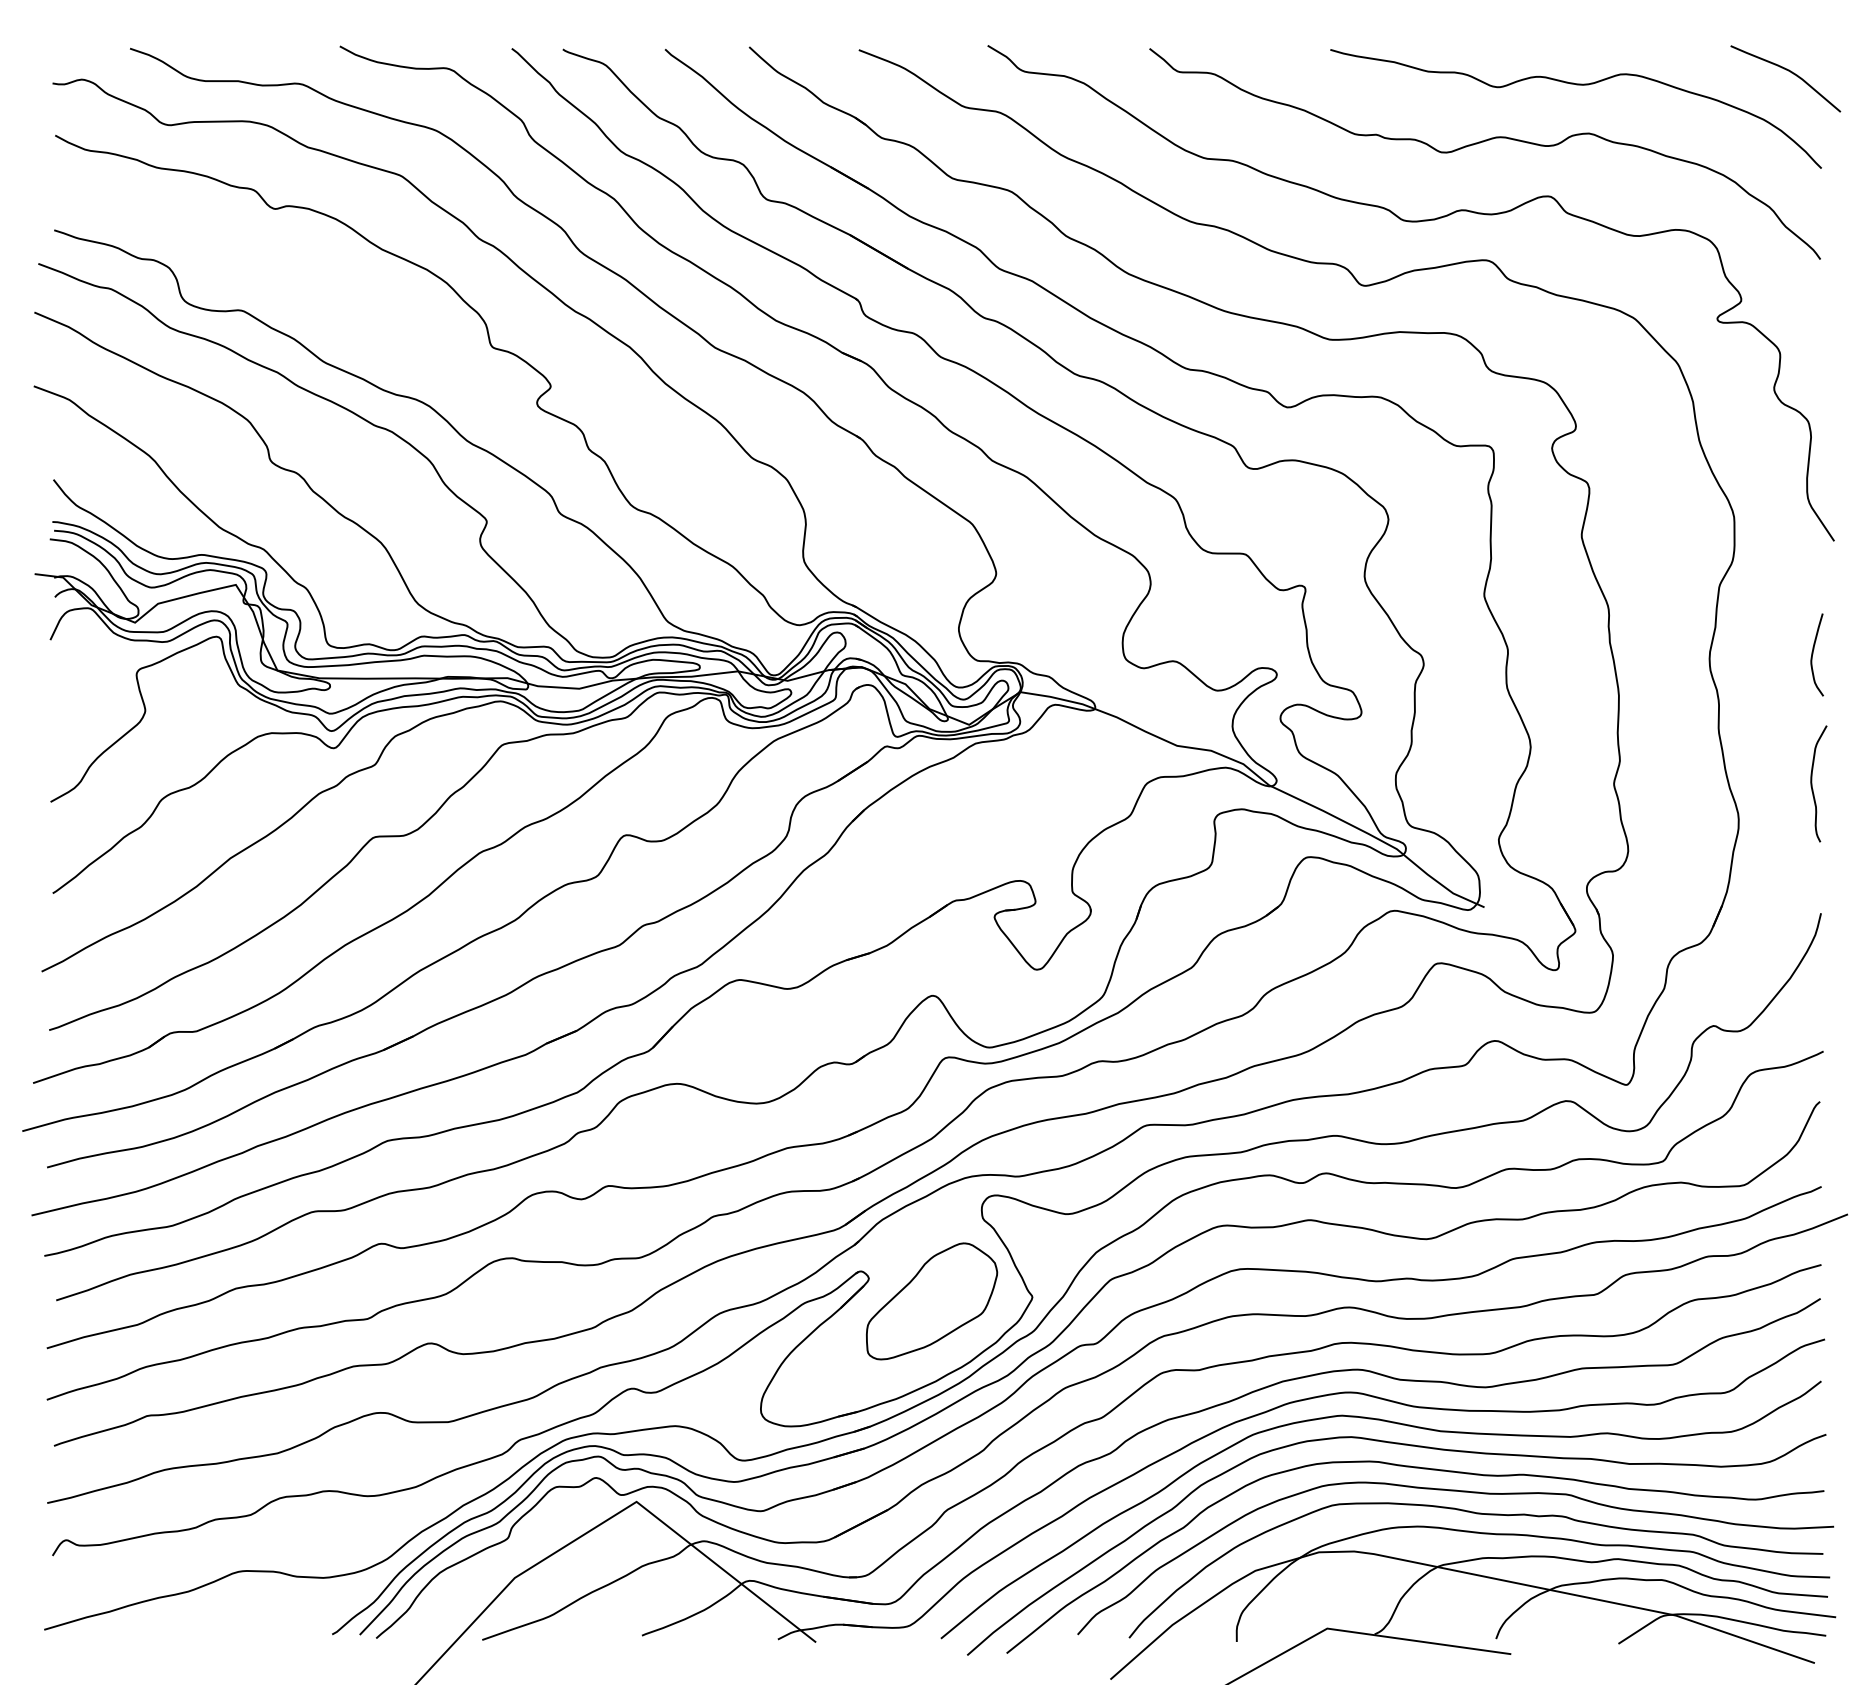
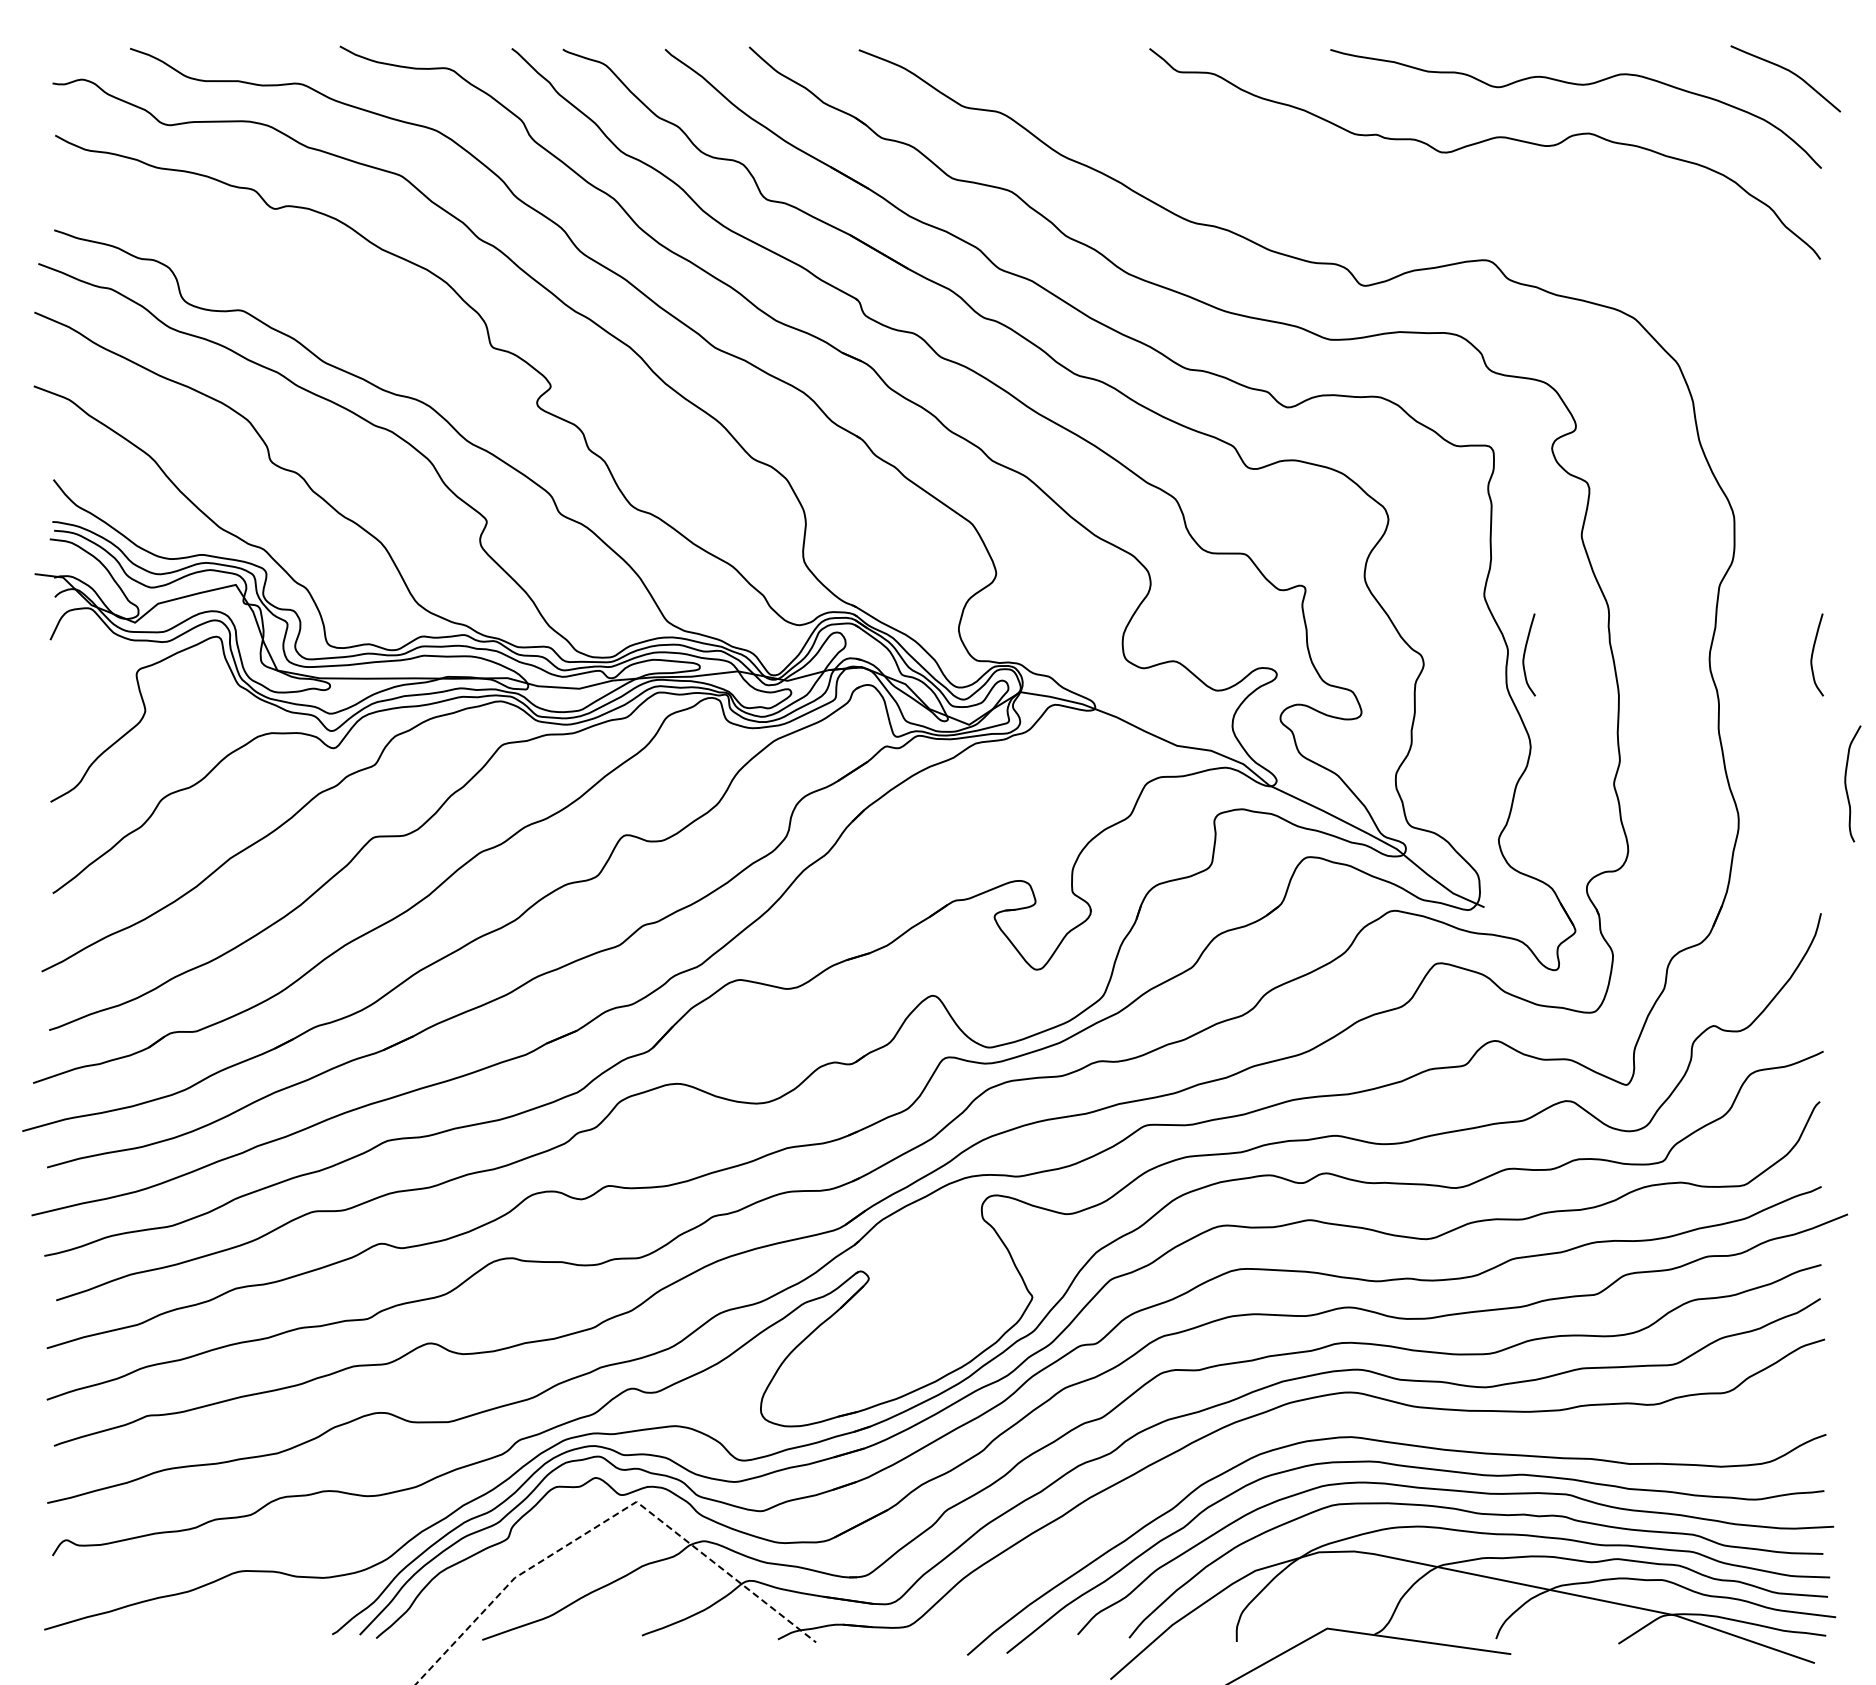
curve at (1410, 222): present -> none
curve at (1525, 654): none -> present
curve at (1812, 783) position: (1812, 783) -> (1846, 783)
part at (932, 1301): present -> none
curve at (1397, 1424): present -> none
line at (611, 1517): solid -> dashed
